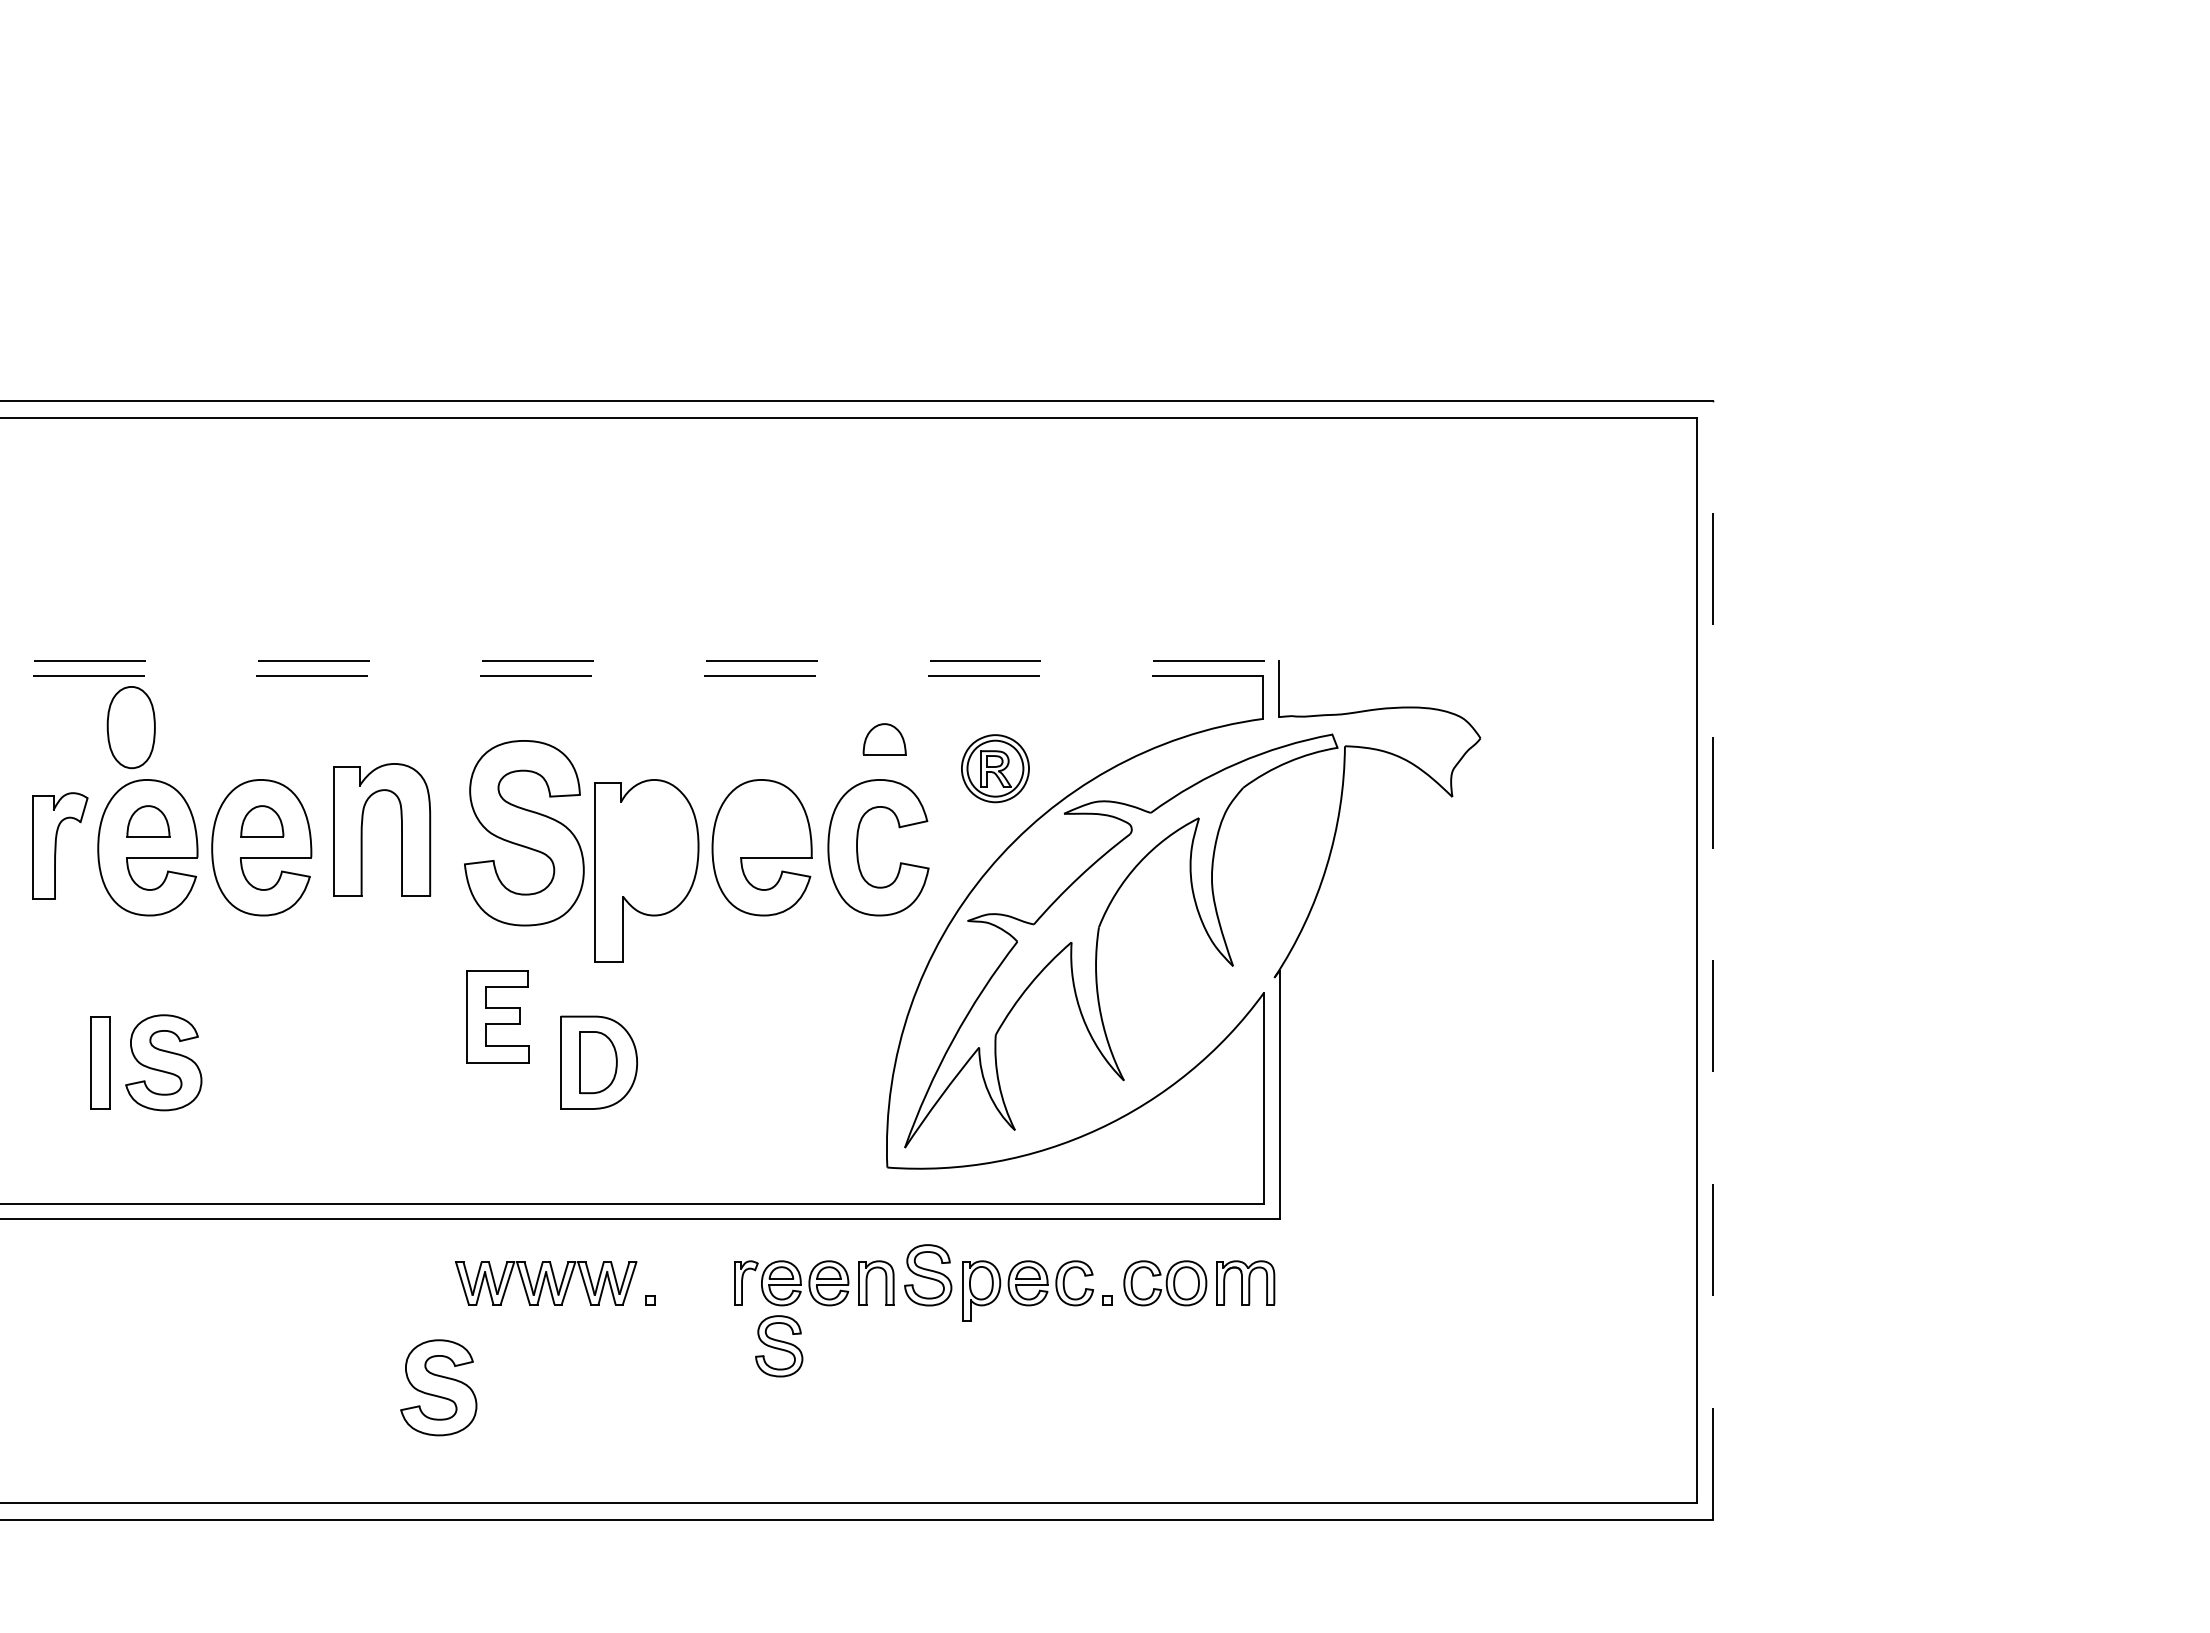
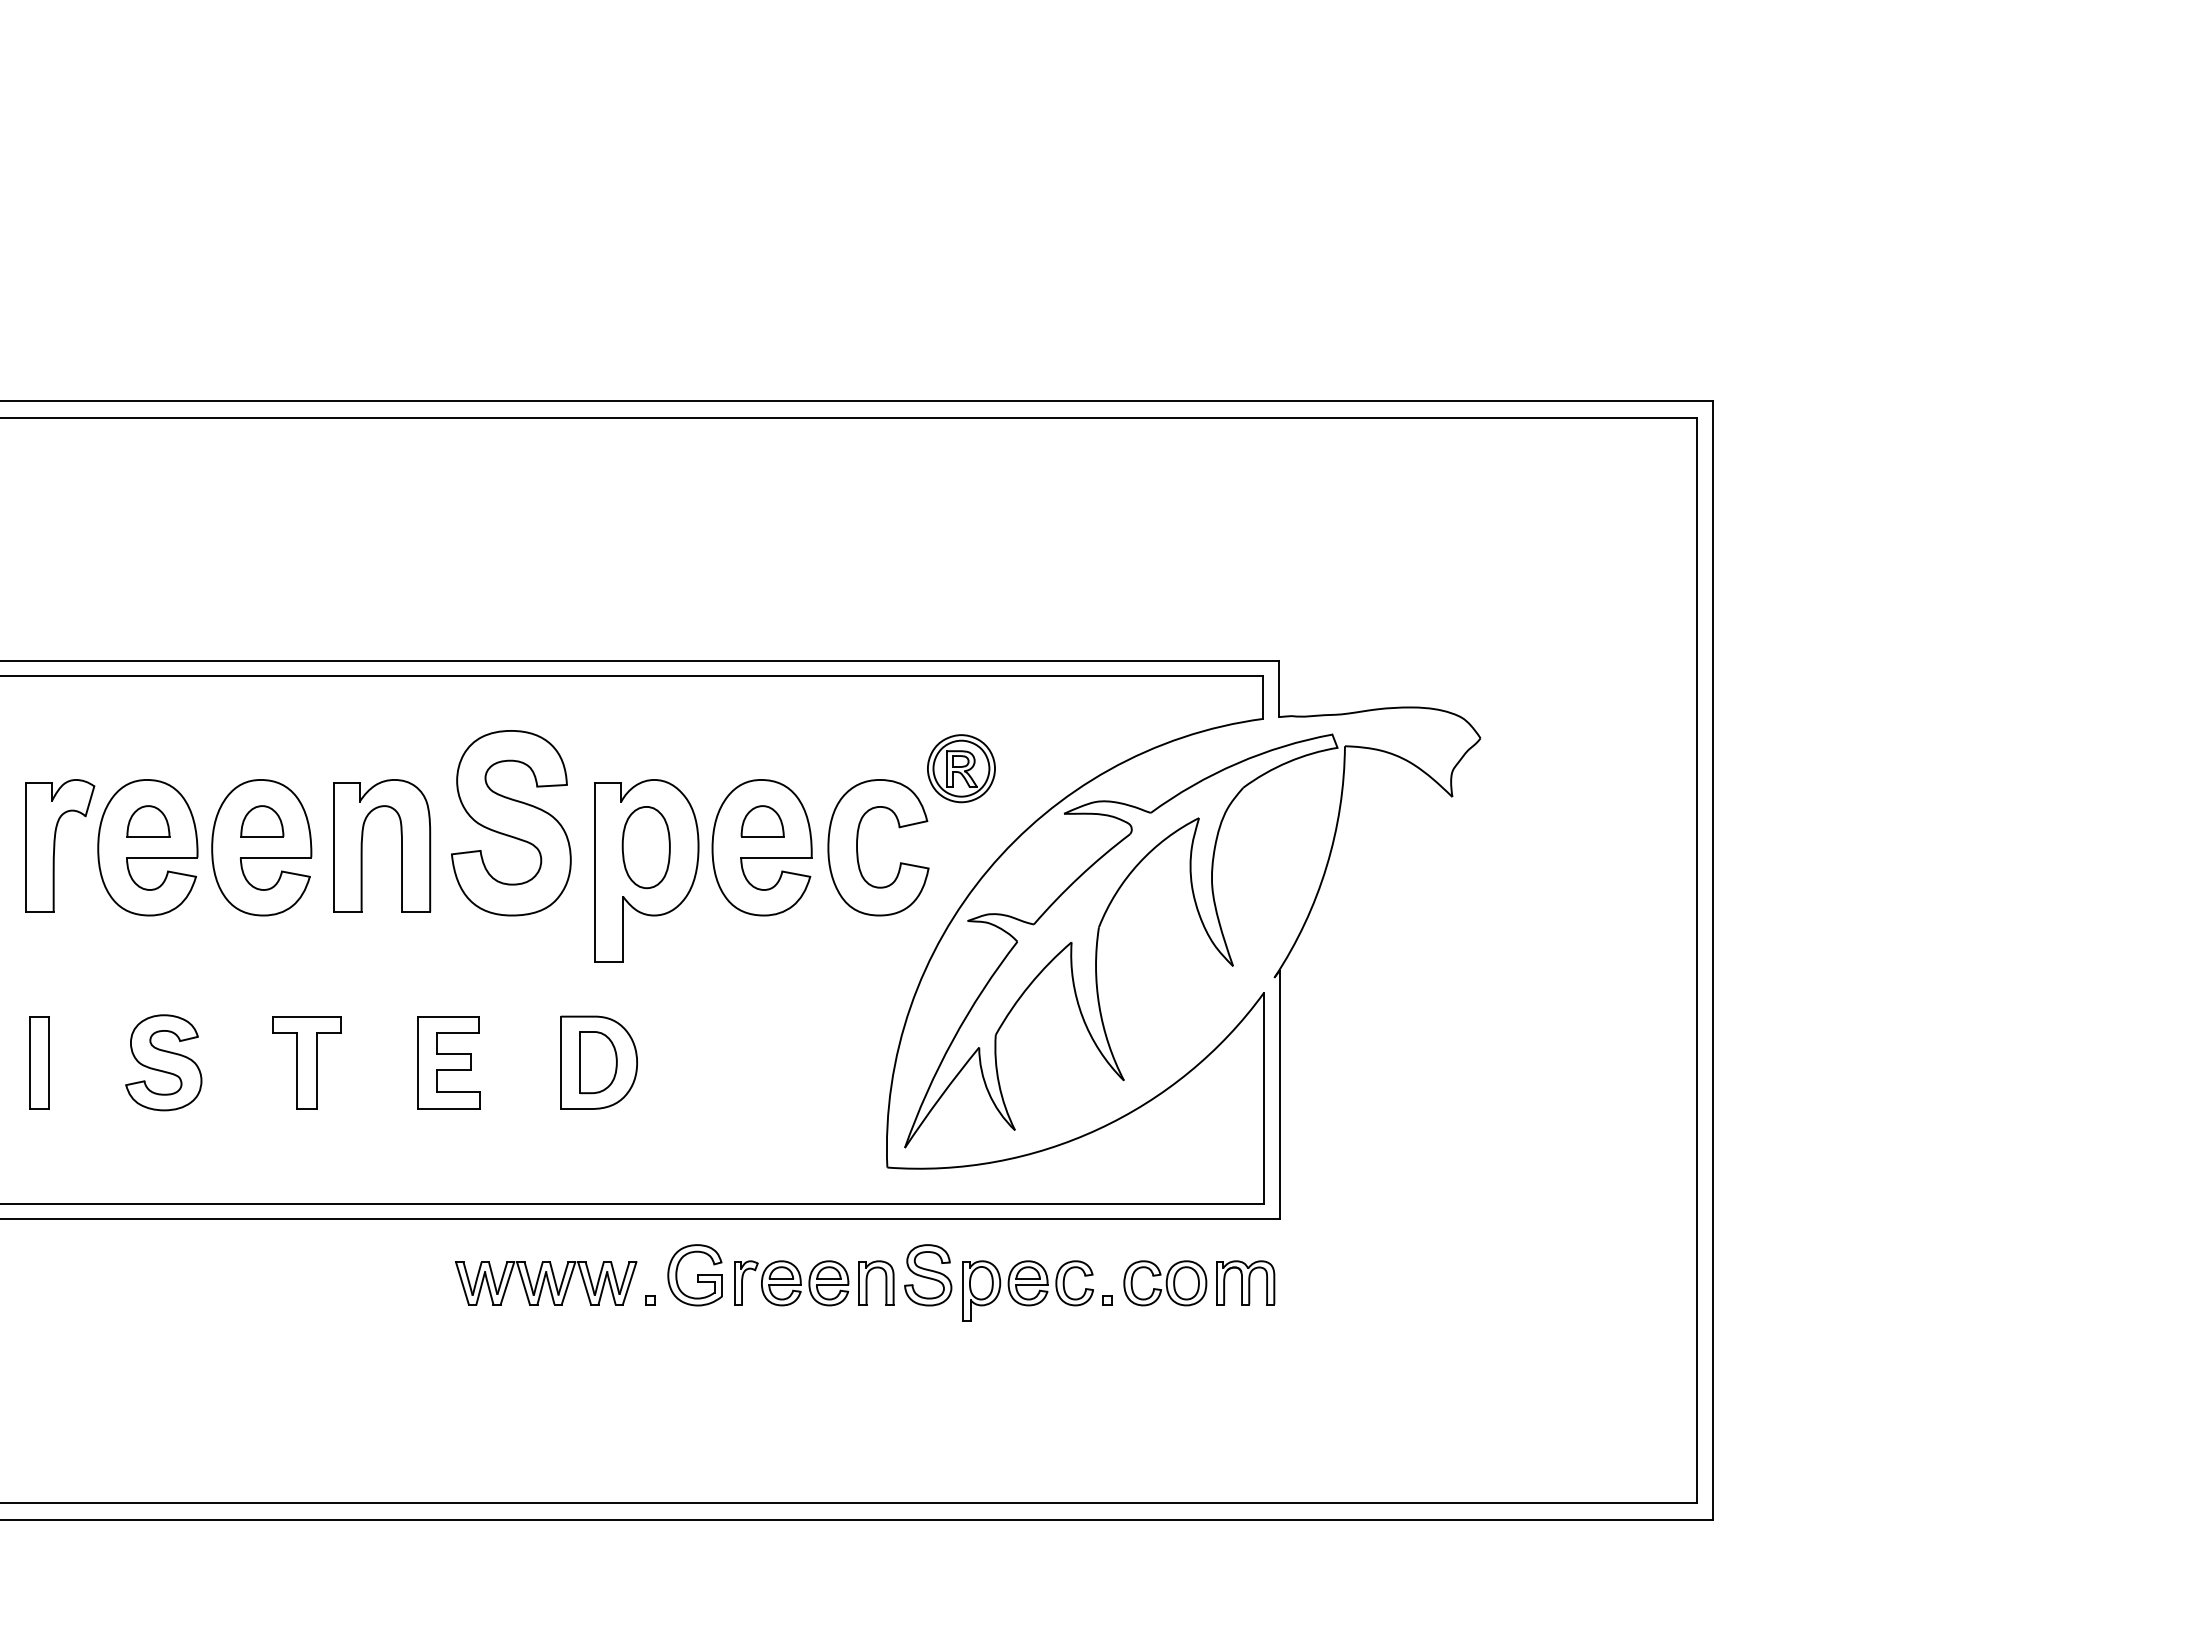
line at (640, 660): dashed -> solid
line at (631, 676): dashed -> solid
part at (130, 727) position: (130, 727) -> (645, 847)
part at (884, 739) position: (884, 739) -> (762, 821)
part at (995, 768) position: (995, 768) -> (961, 768)
part at (401, 829) position: (401, 829) -> (401, 845)
part at (524, 833) position: (524, 833) -> (511, 823)
part at (60, 845) size: 57x108 px -> 71x134 px
line at (1713, 959): dashed -> solid
part at (497, 1016) position: (497, 1016) -> (448, 1062)
part at (100, 1062) position: (100, 1062) -> (39, 1062)
part at (306, 1062): none -> present
part at (694, 1275): none -> present
part at (779, 1346): present -> none
part at (438, 1387): present -> none
